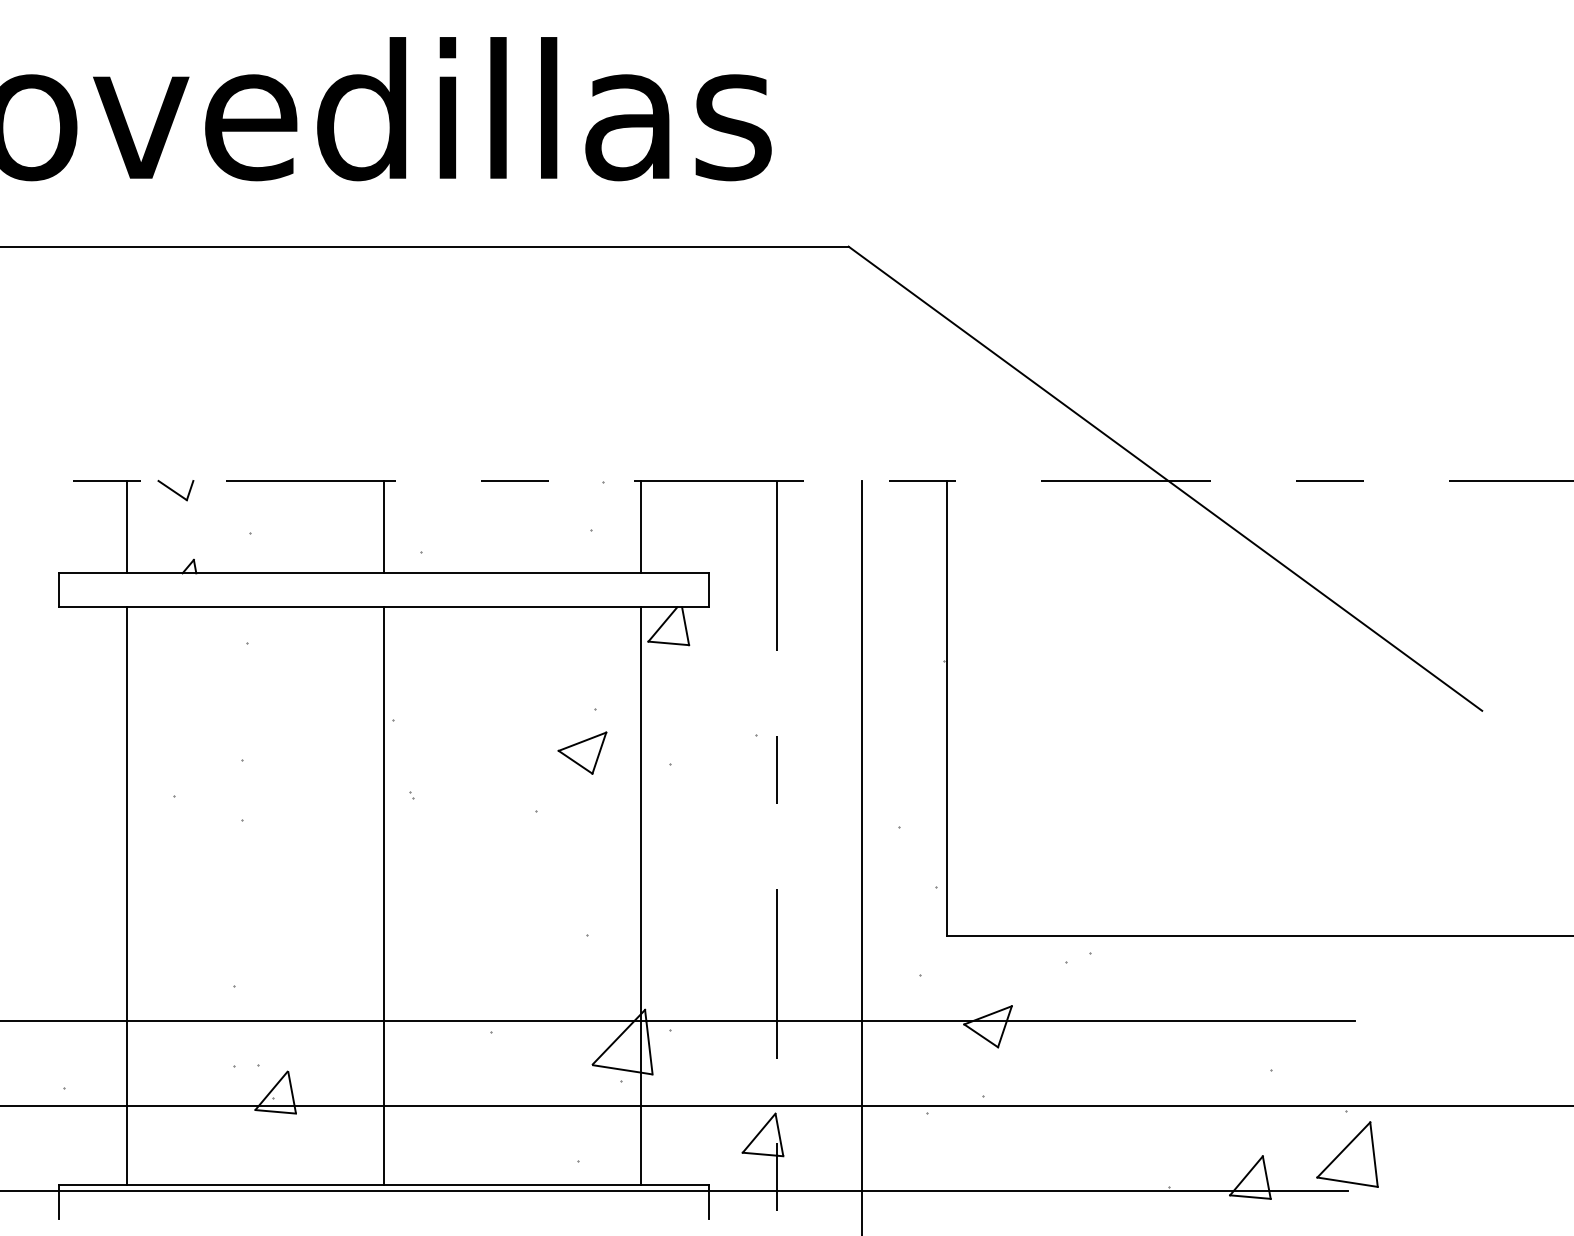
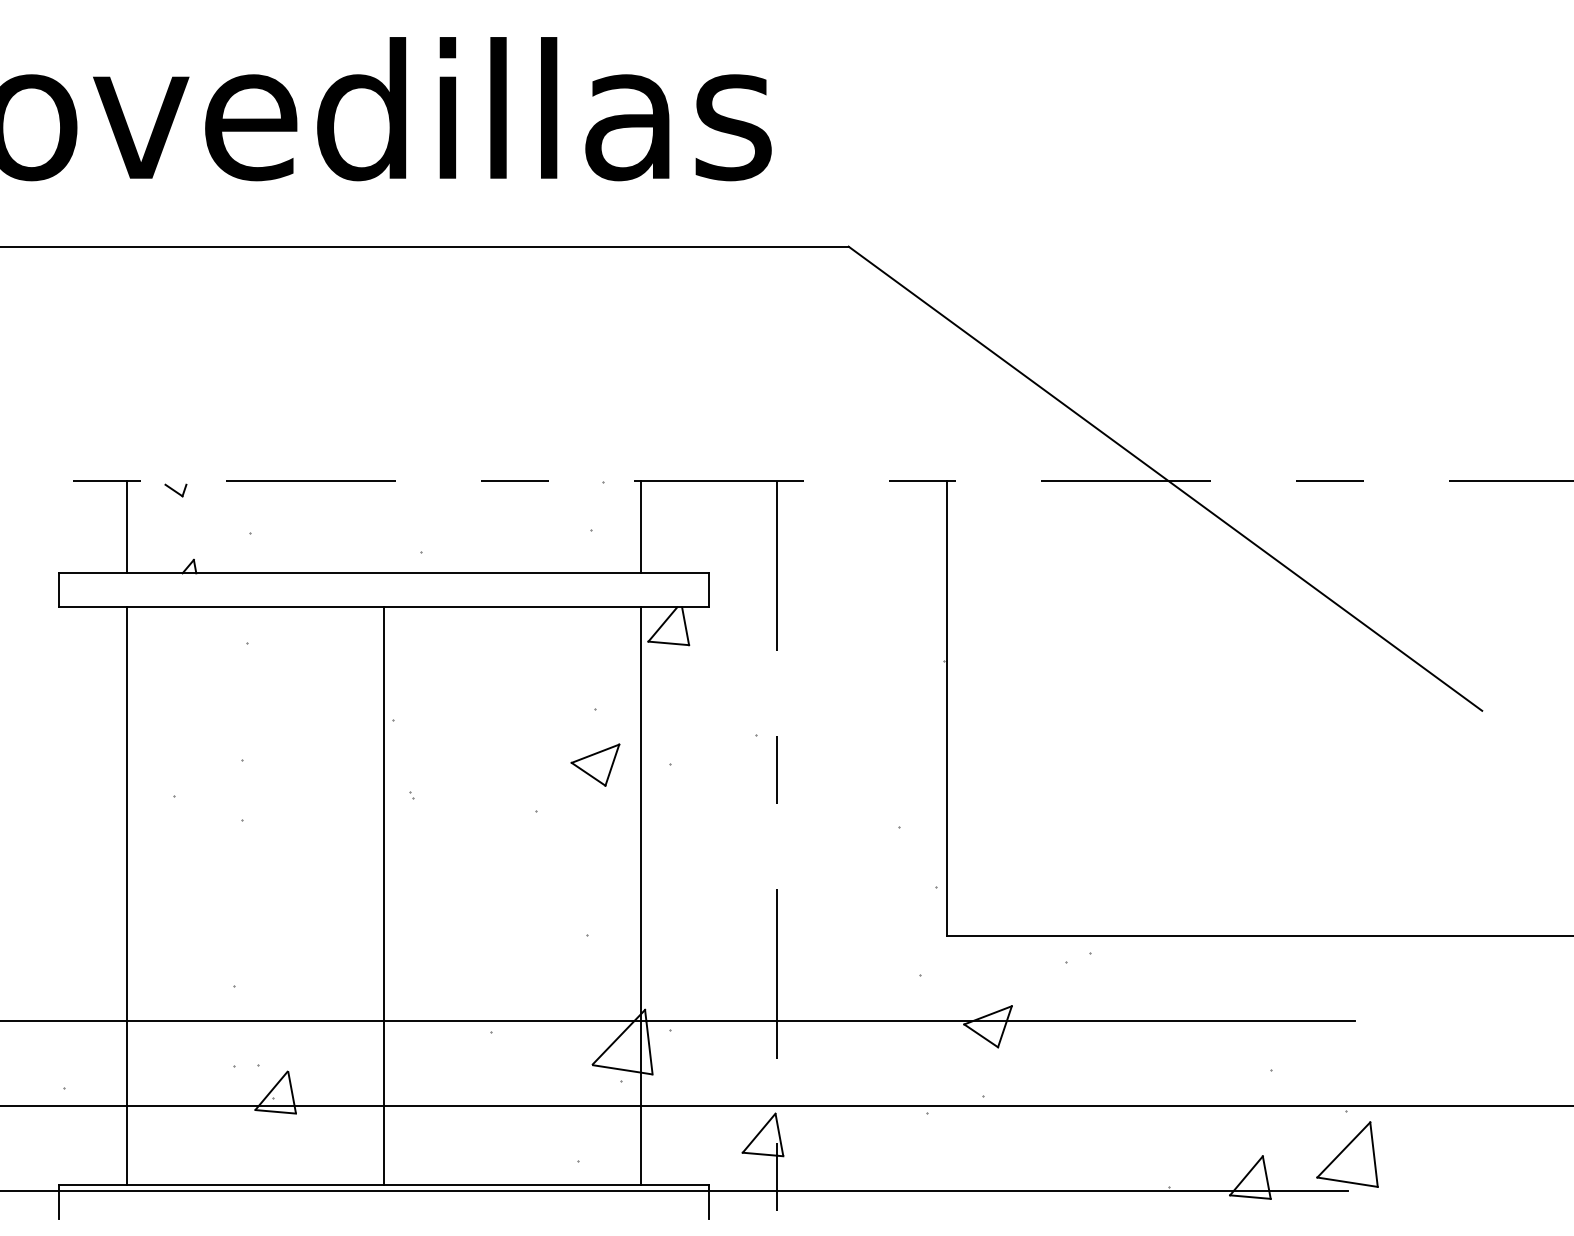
part at (175, 490) size: 38x23 px -> 24x15 px
line at (384, 527): present -> none
part at (582, 752) position: (582, 752) -> (595, 764)
line at (862, 856): present -> none
